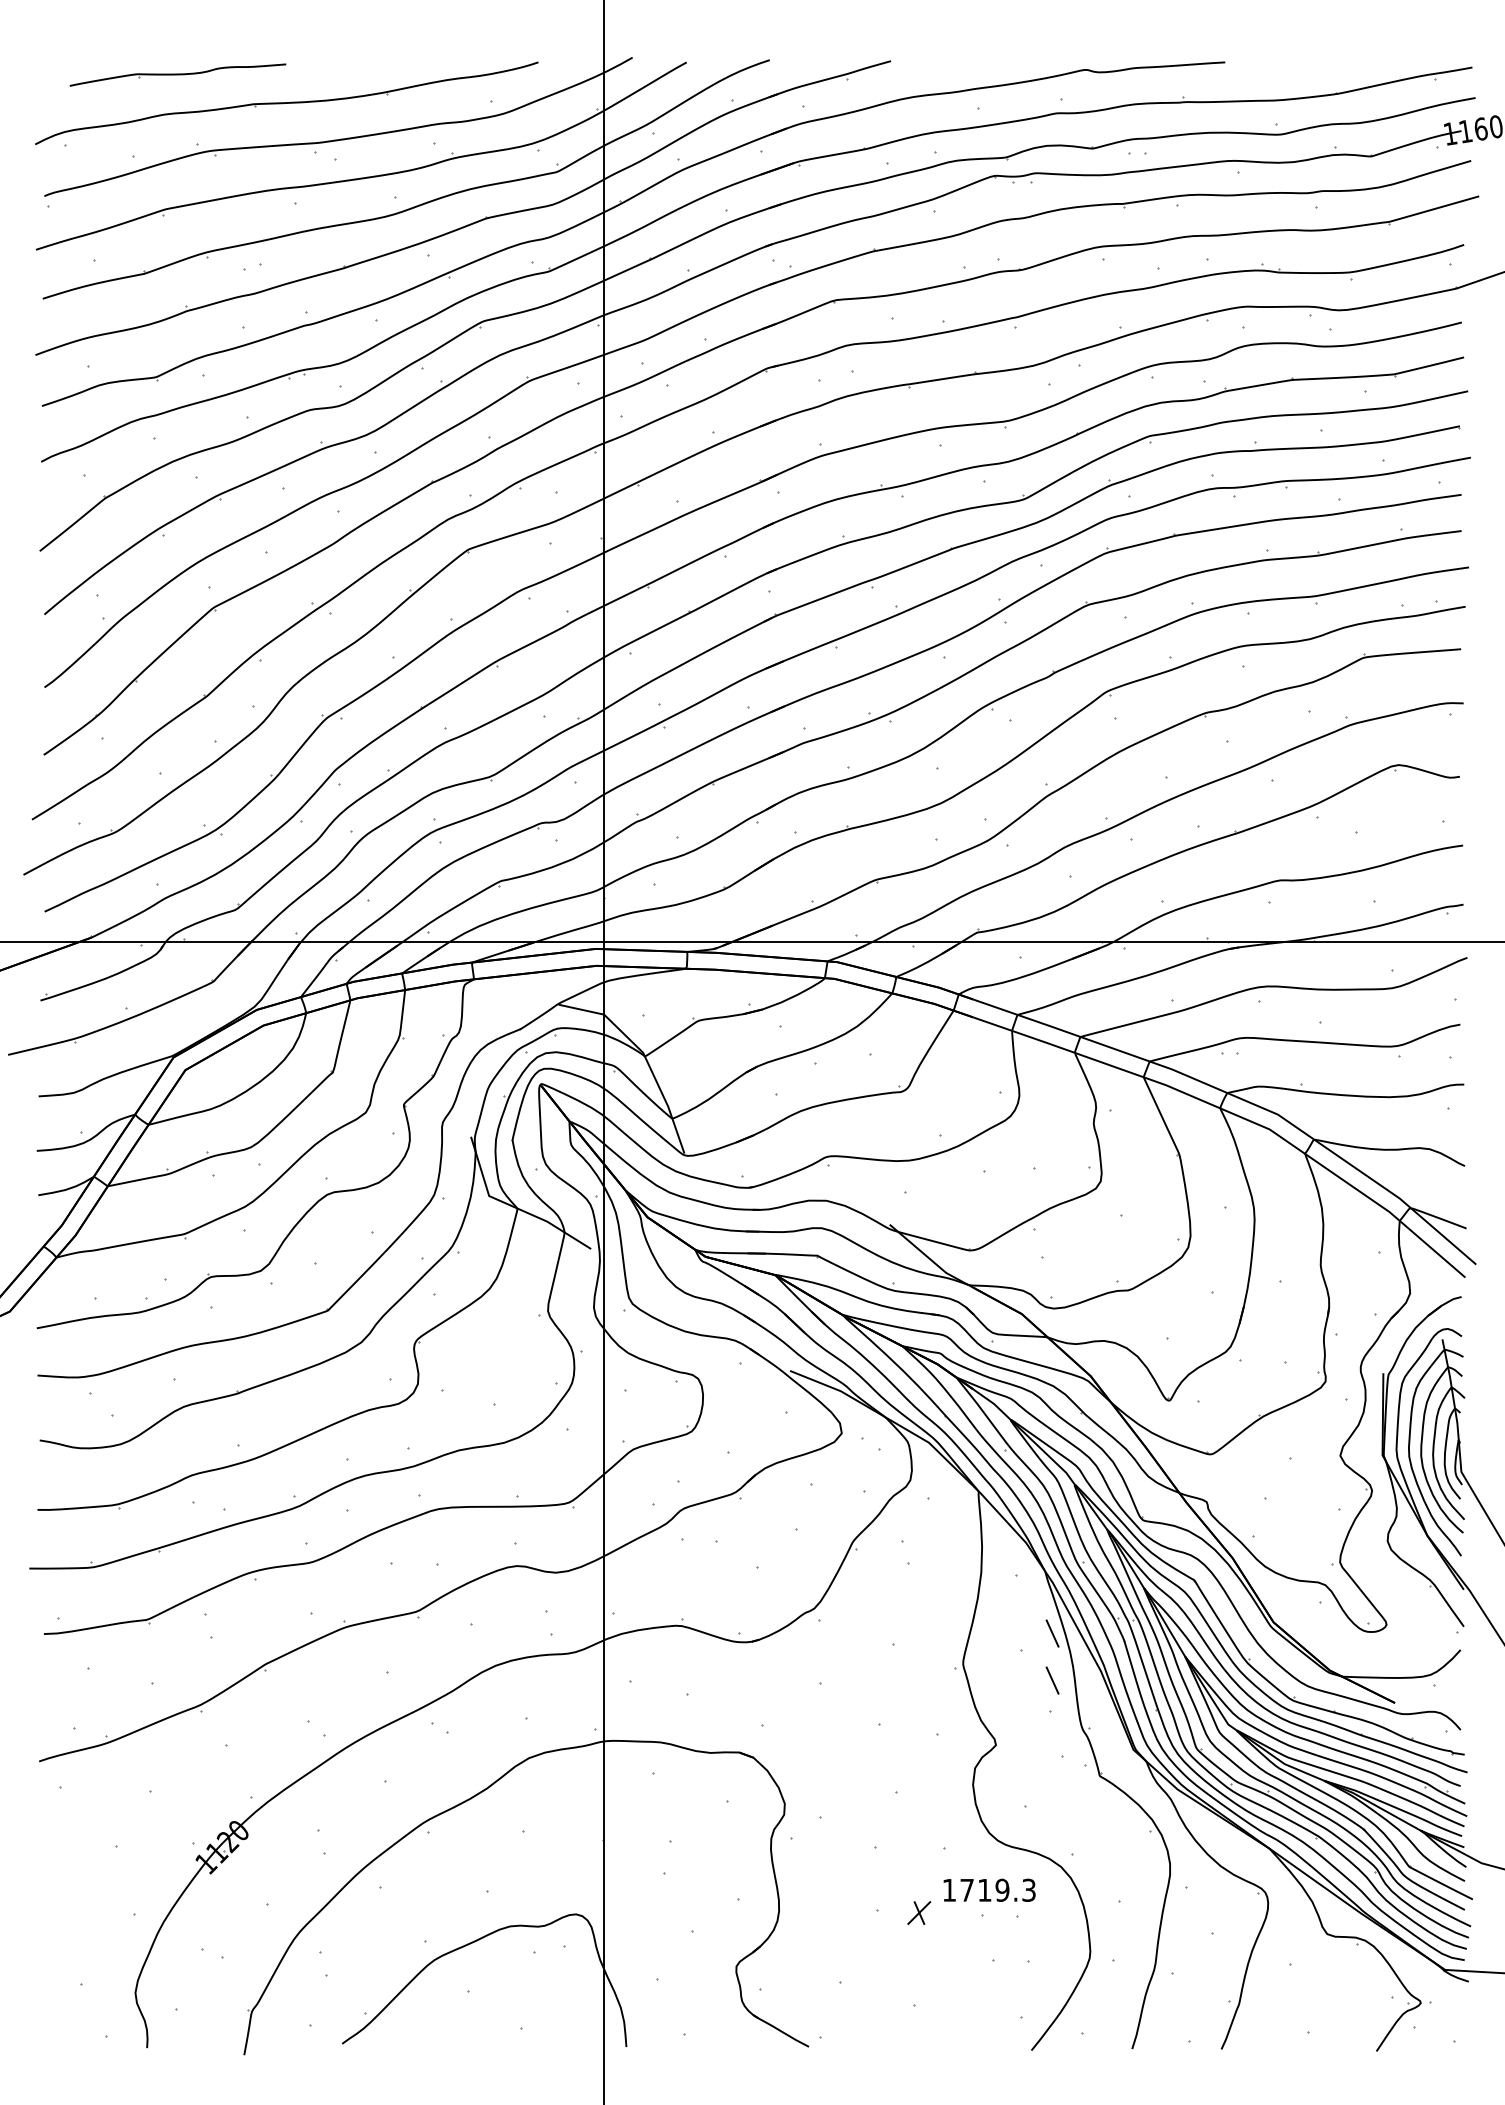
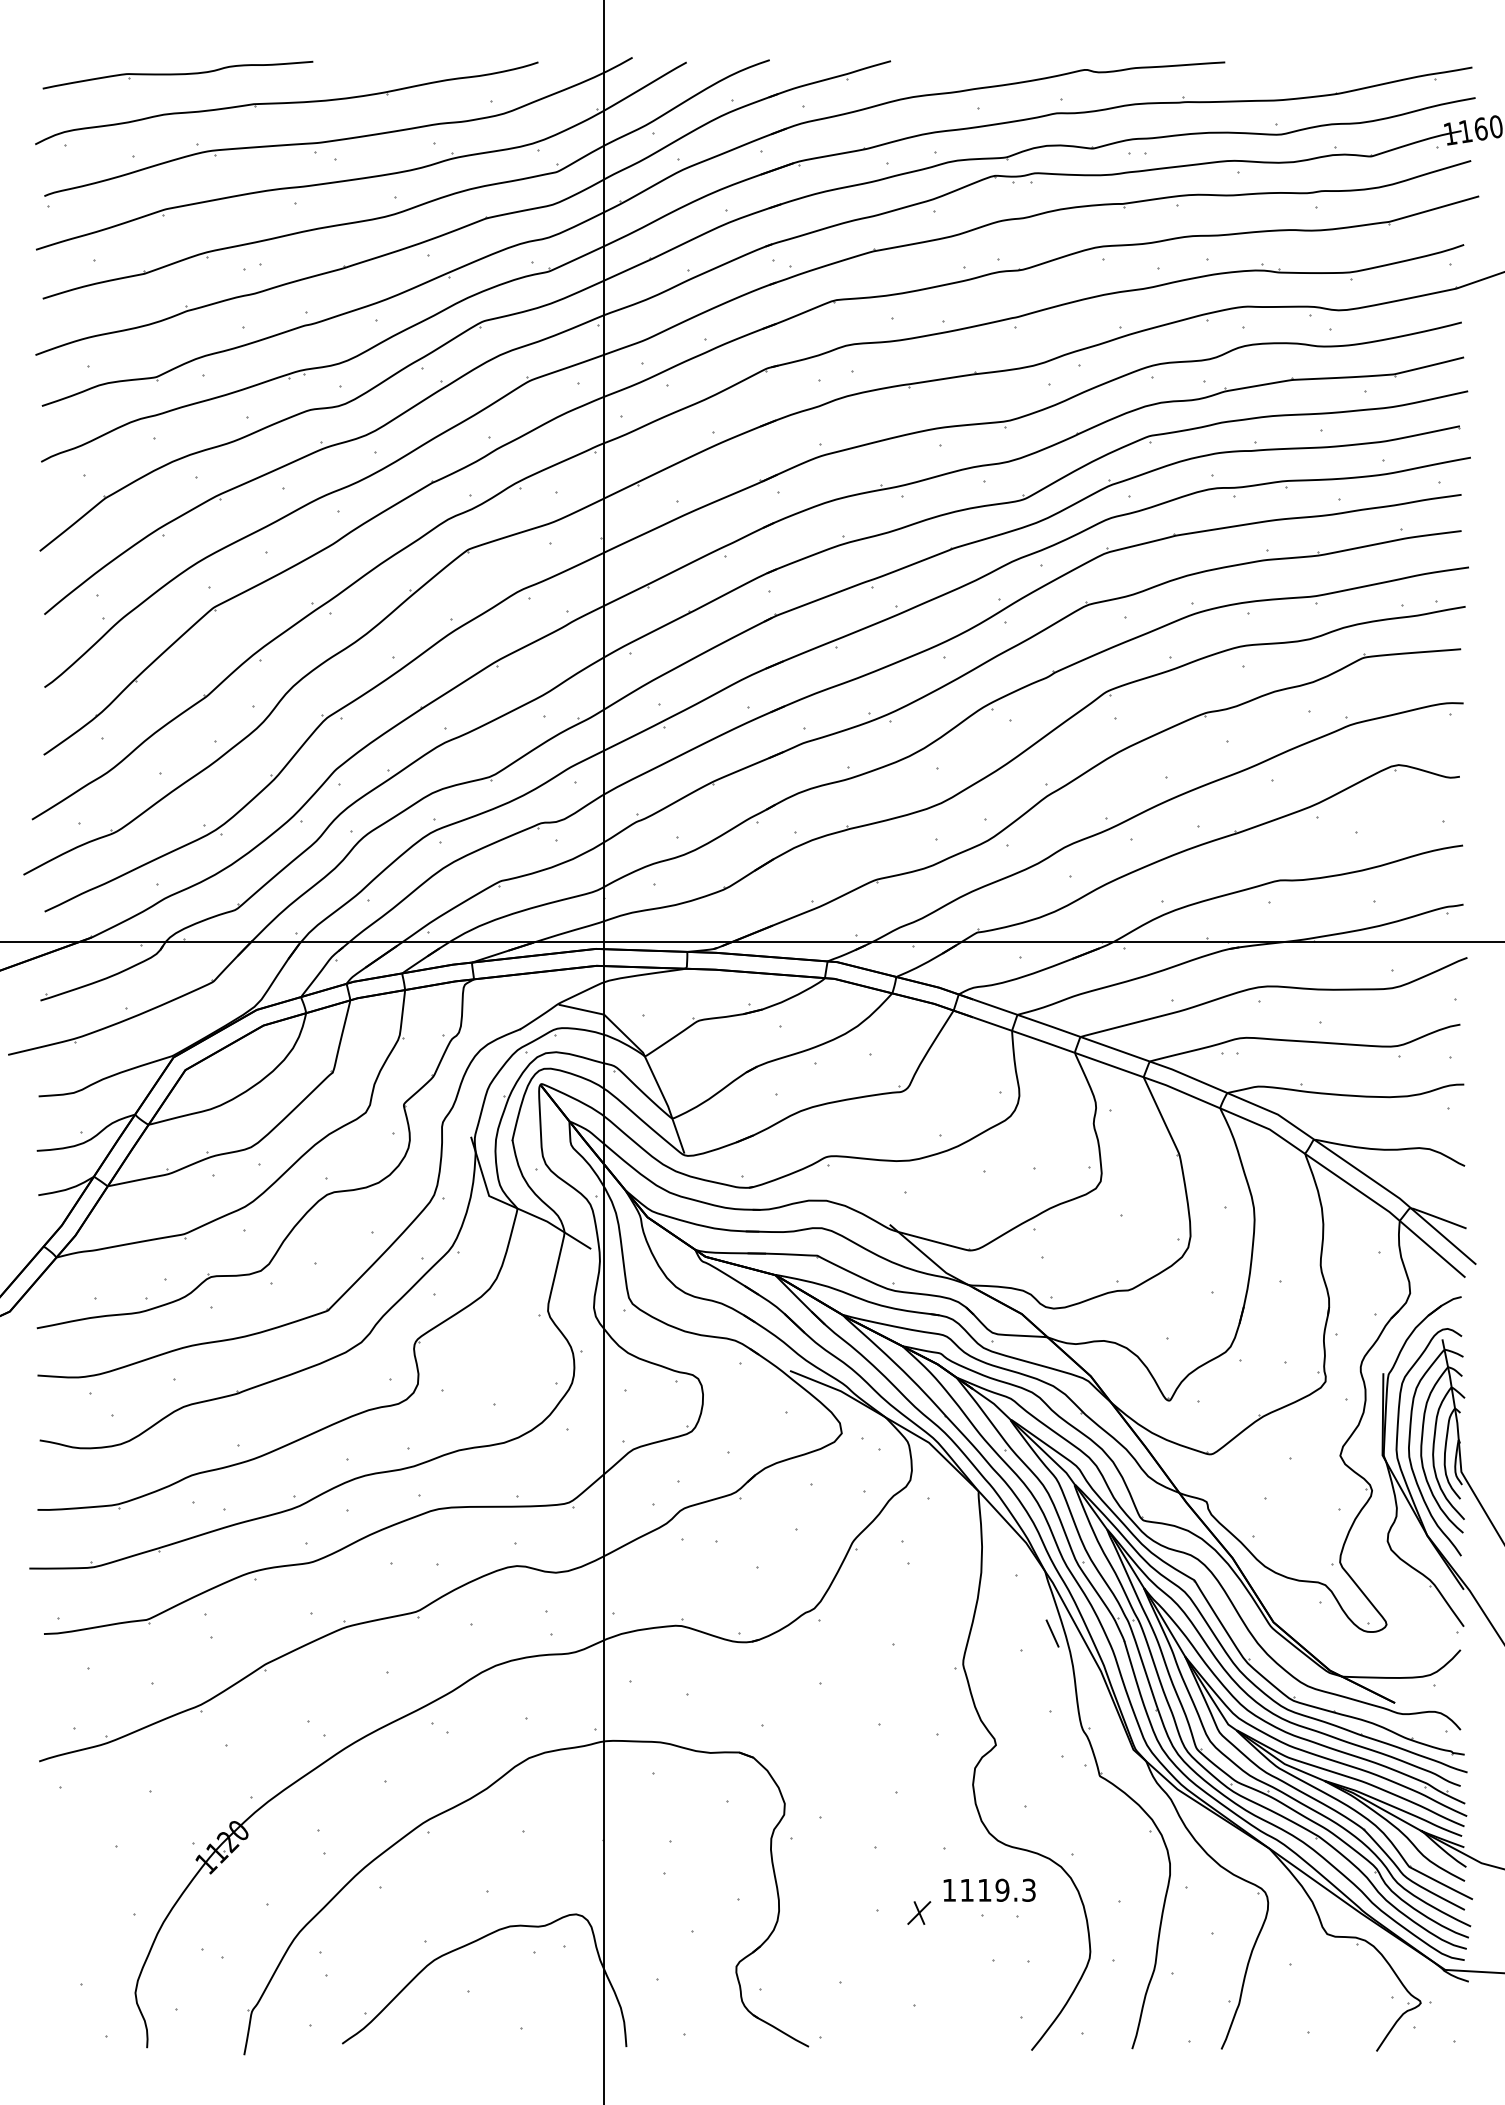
part at (177, 74) size: 218x24 px -> 272x30 px
line at (1052, 1680): present -> none
text at (966, 1890): 1719.3 -> 1119.3
